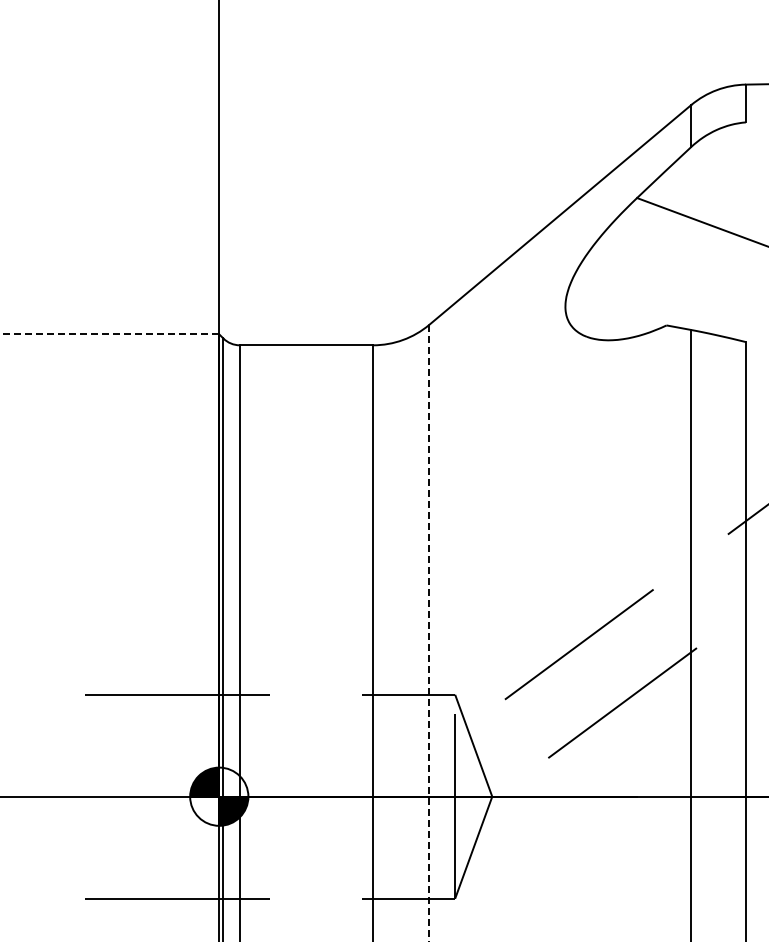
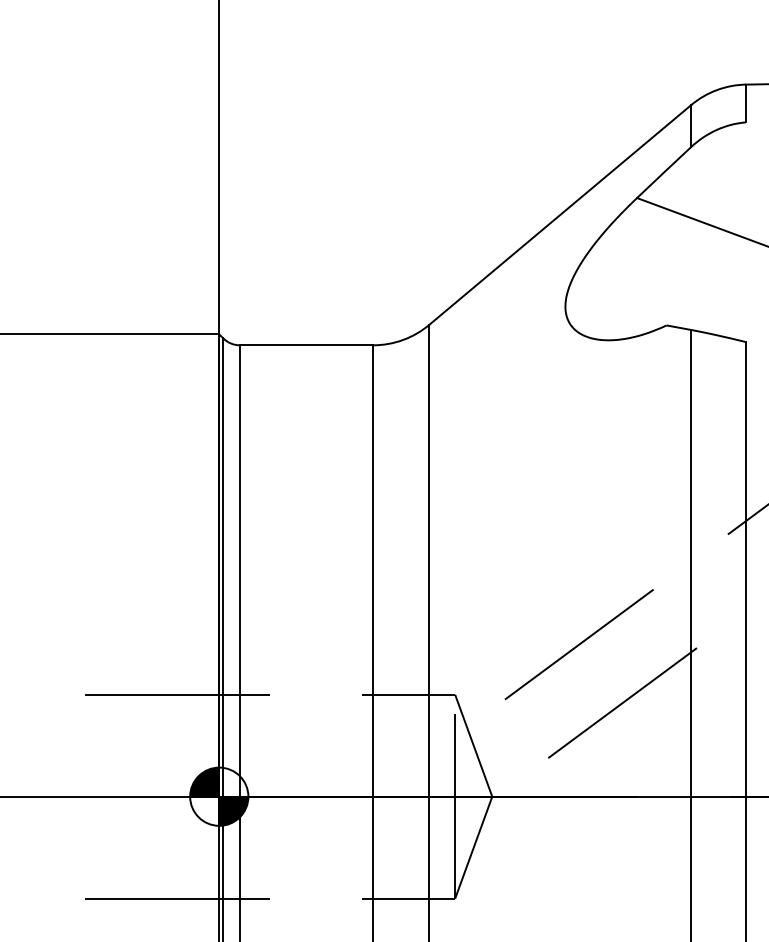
line at (109, 334): dashed -> solid
line at (429, 633): dashed -> solid
